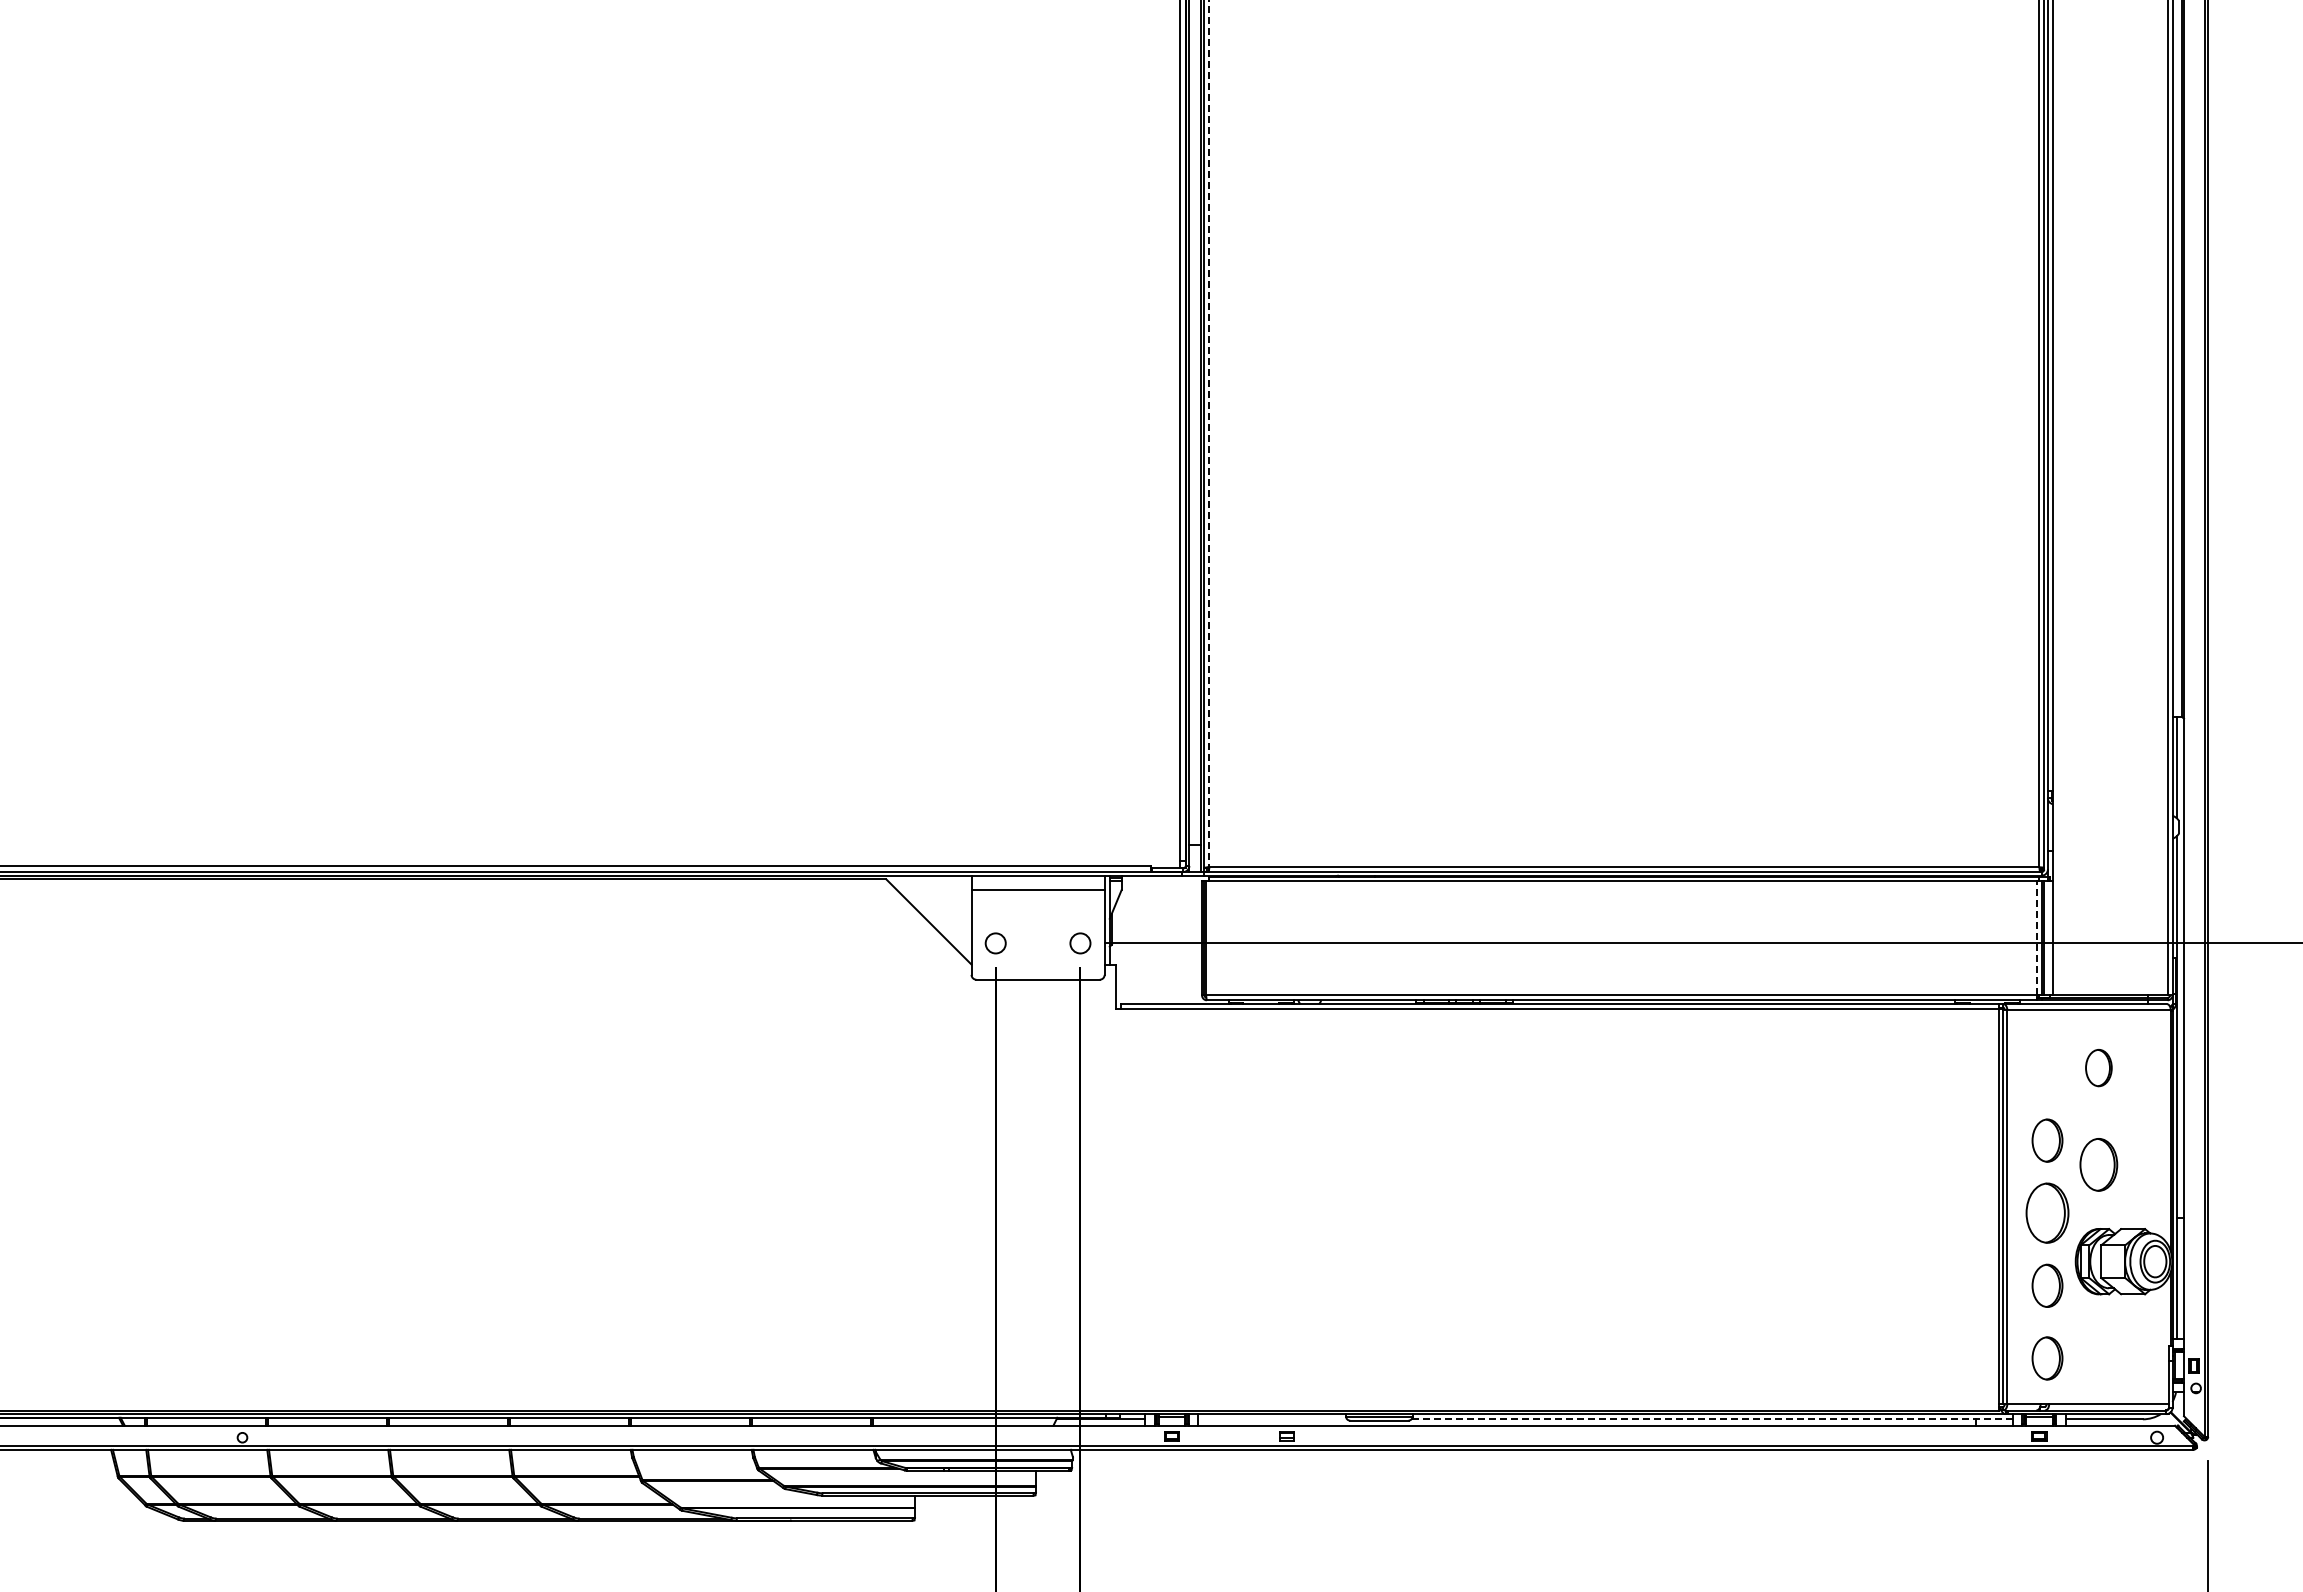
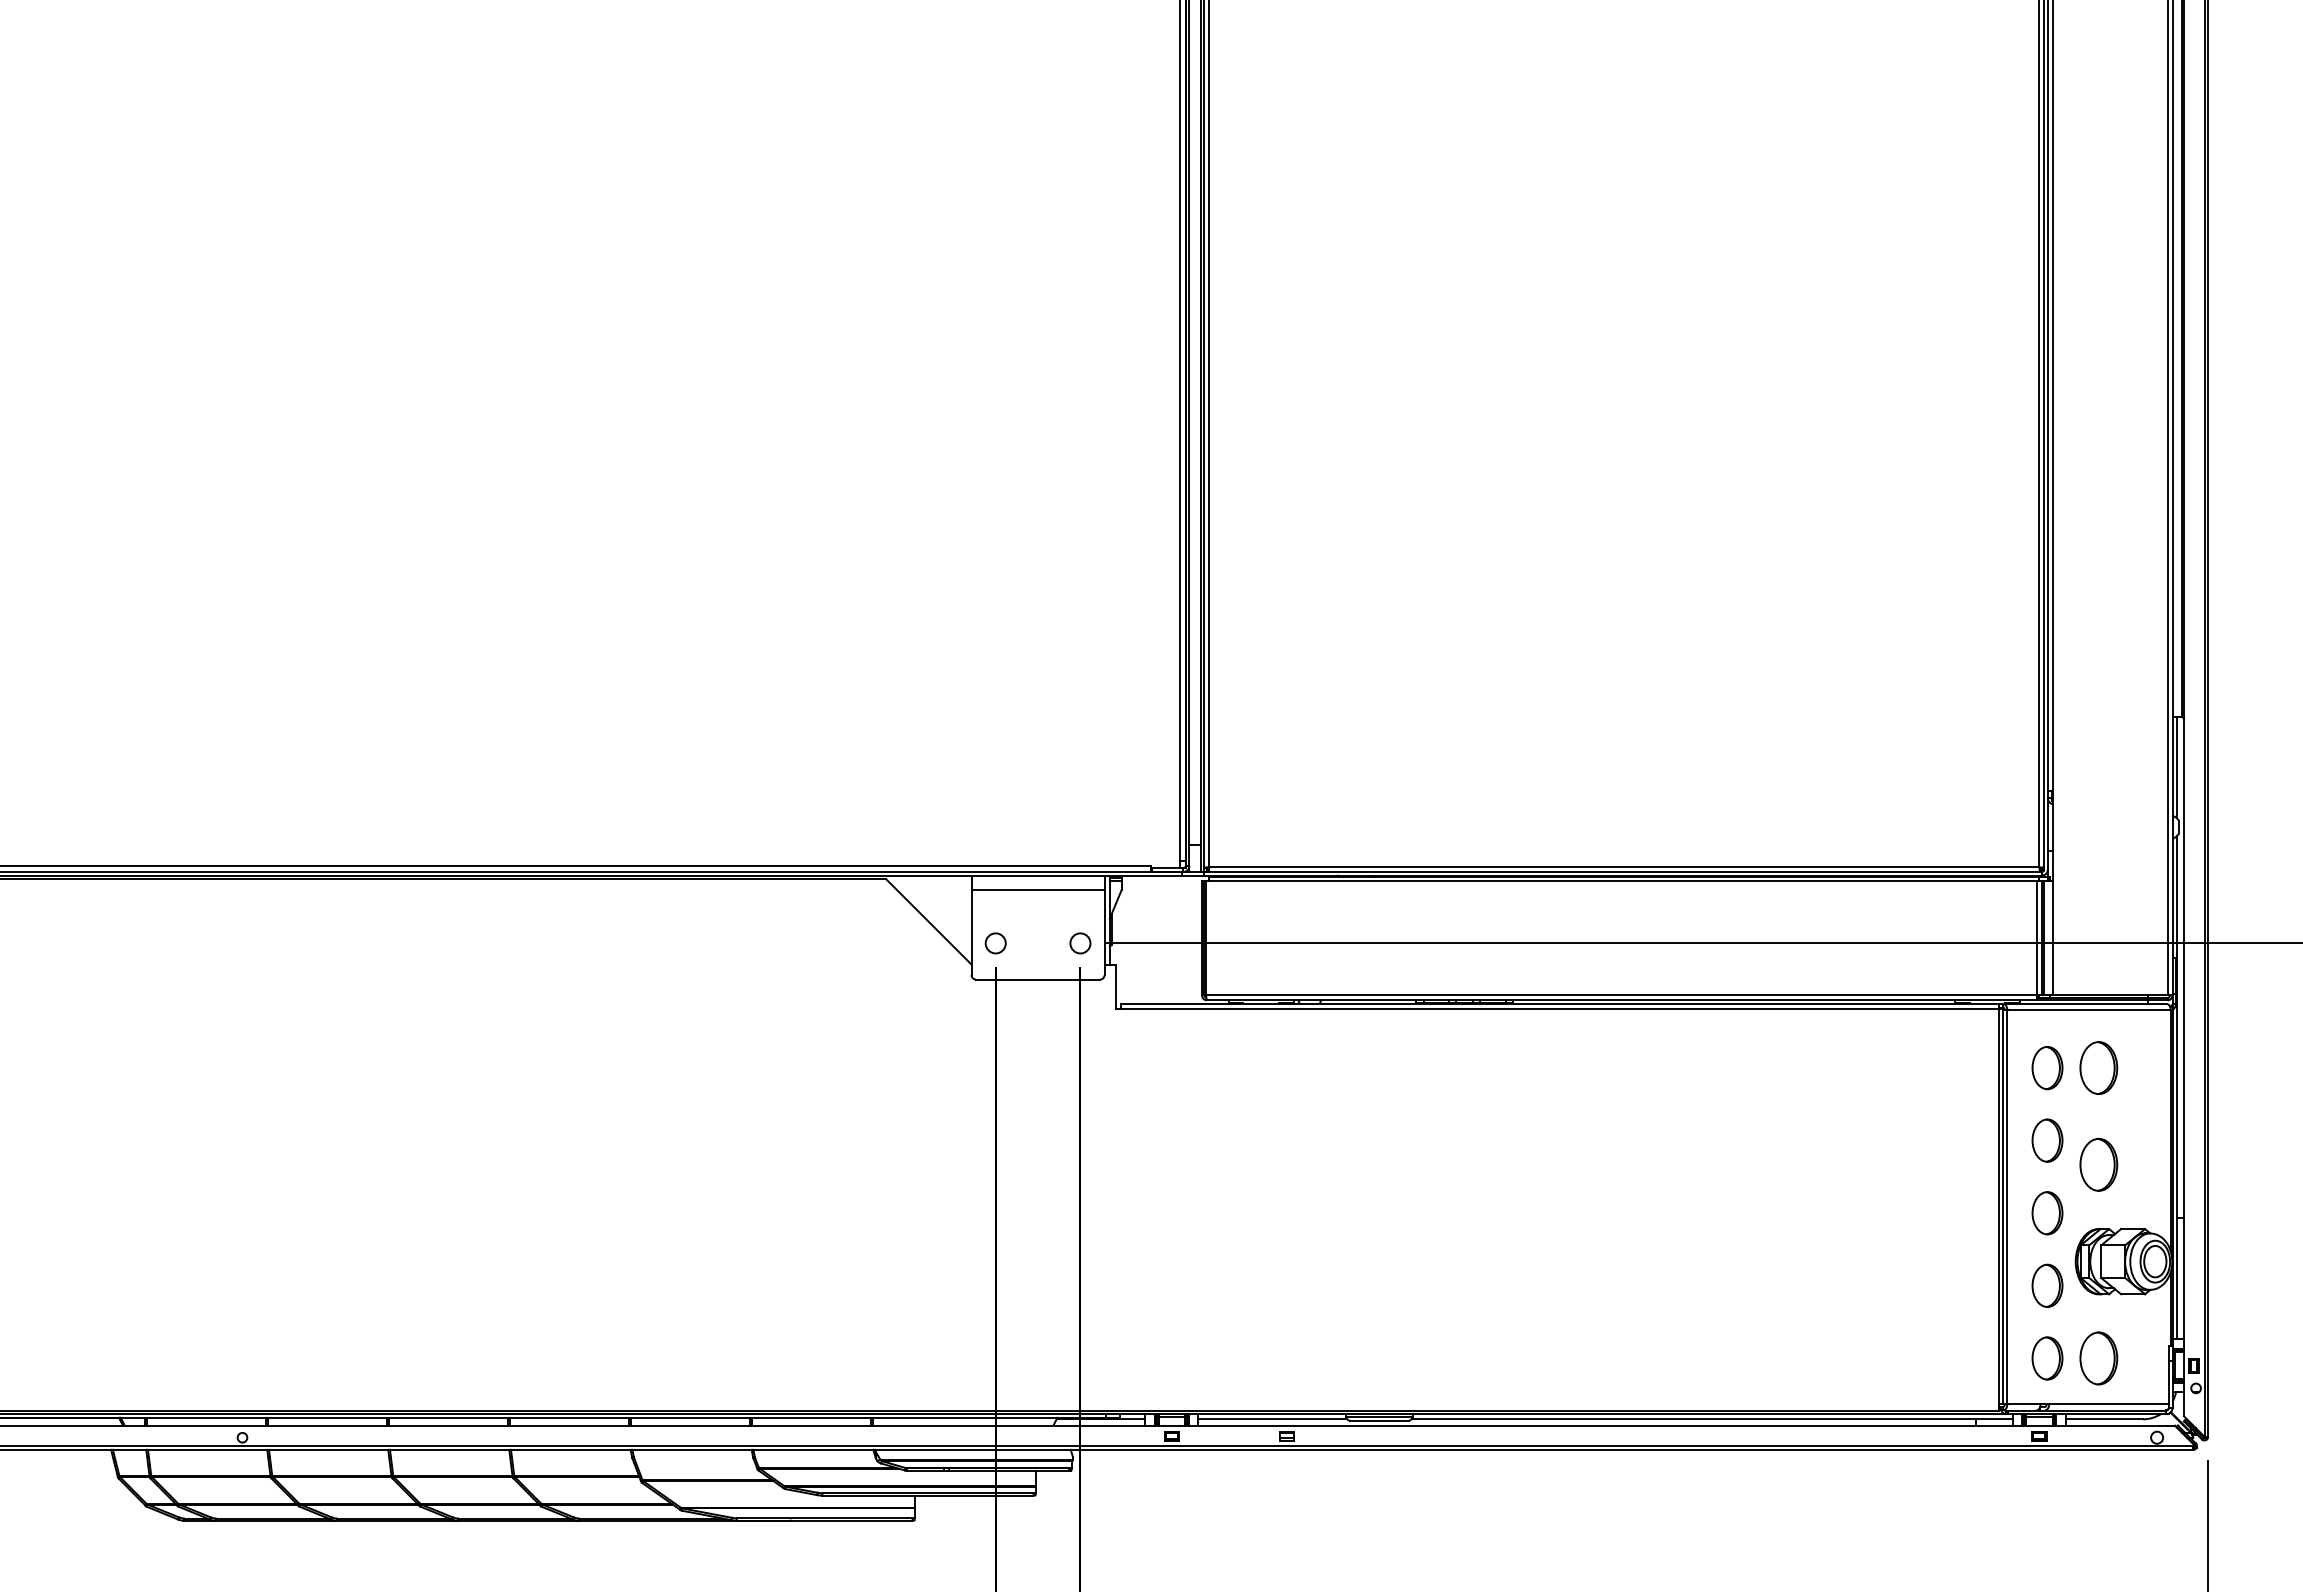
line at (1209, 434): dashed -> solid
line at (2036, 937): dashed -> solid
part at (2047, 1068): none -> present
part at (2098, 1068) size: 28x39 px -> 40x54 px
part at (2047, 1212) size: 45x62 px -> 33x45 px
part at (2098, 1358): none -> present
line at (1272, 1419): none -> present
line at (1712, 1419): dashed -> solid
